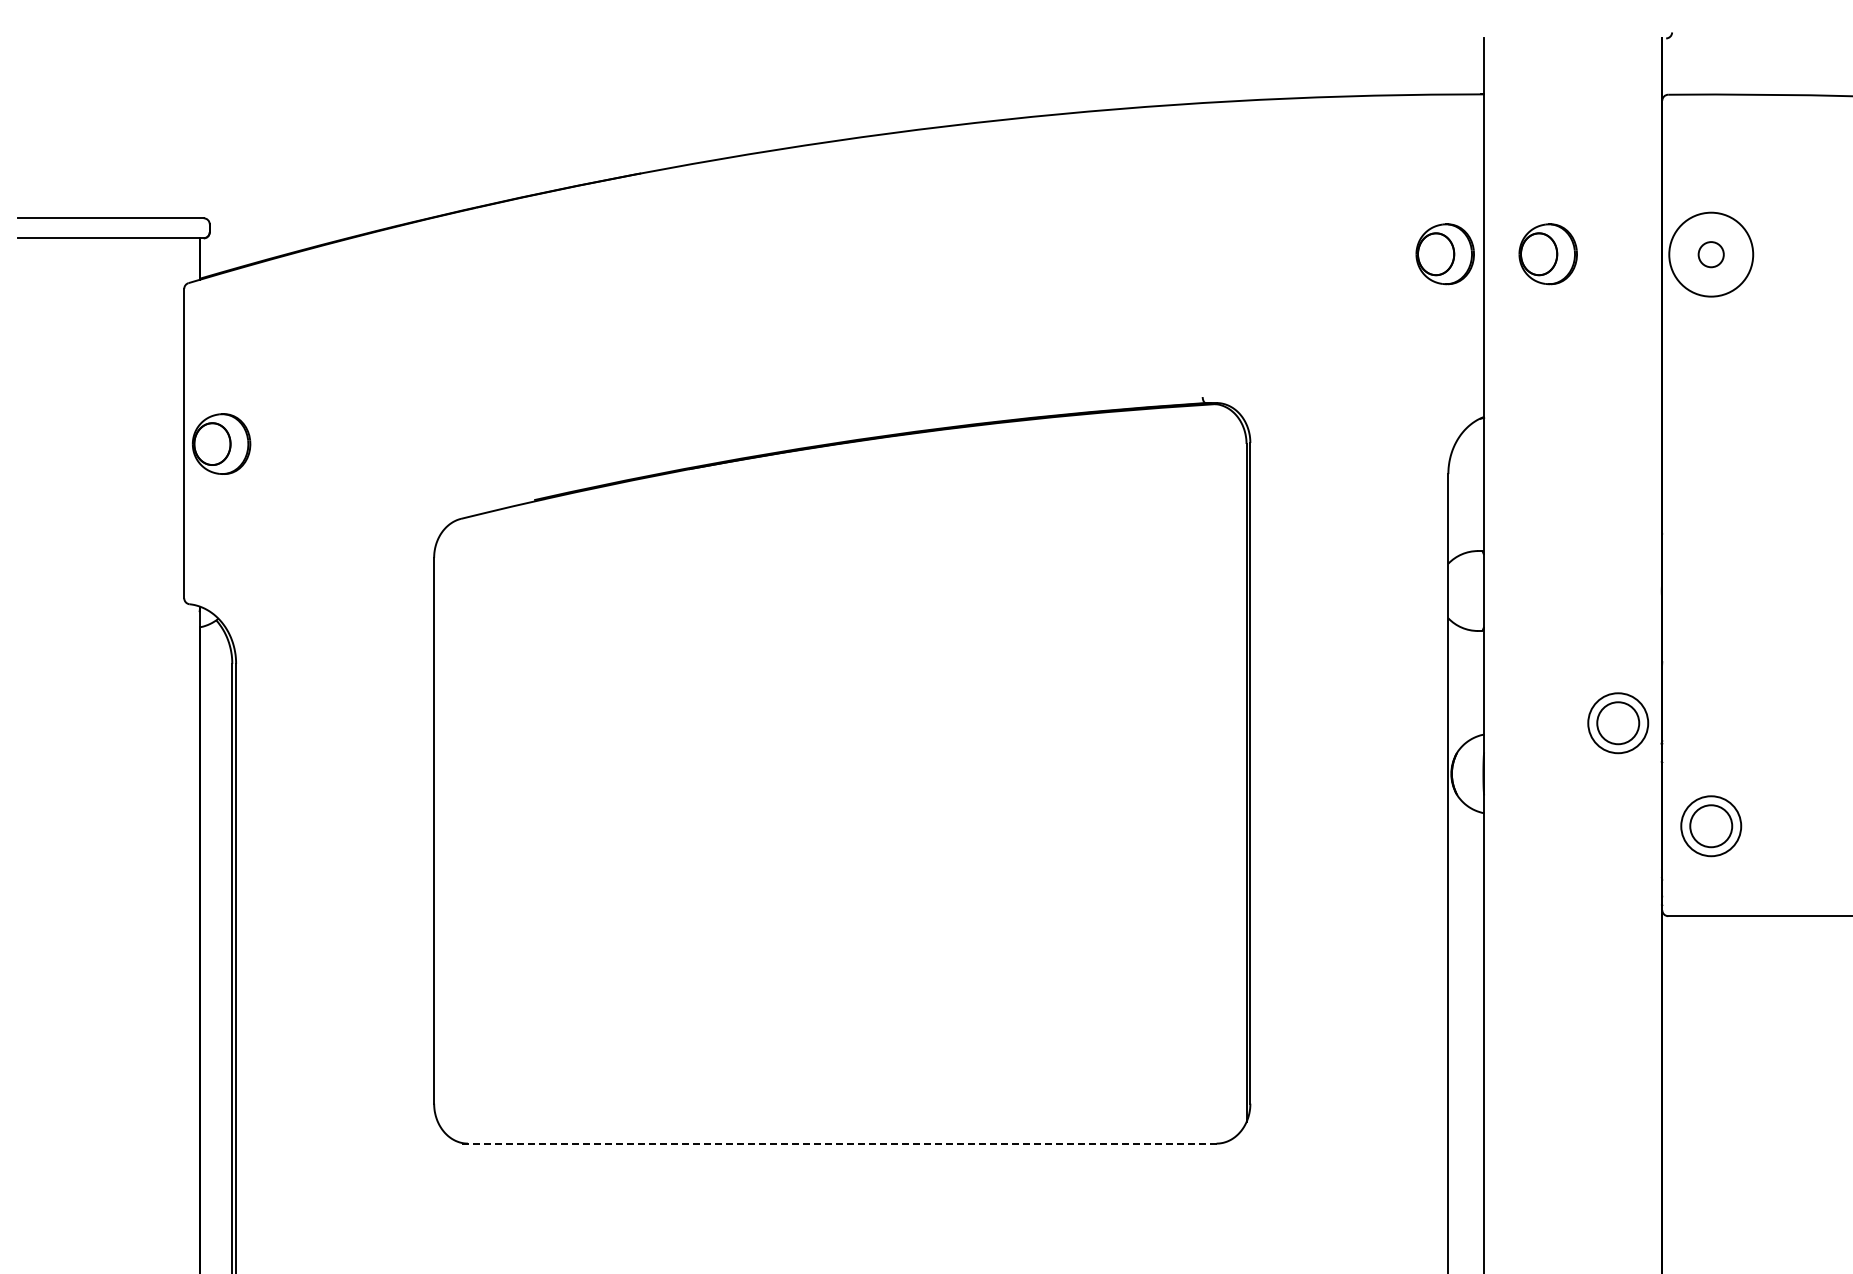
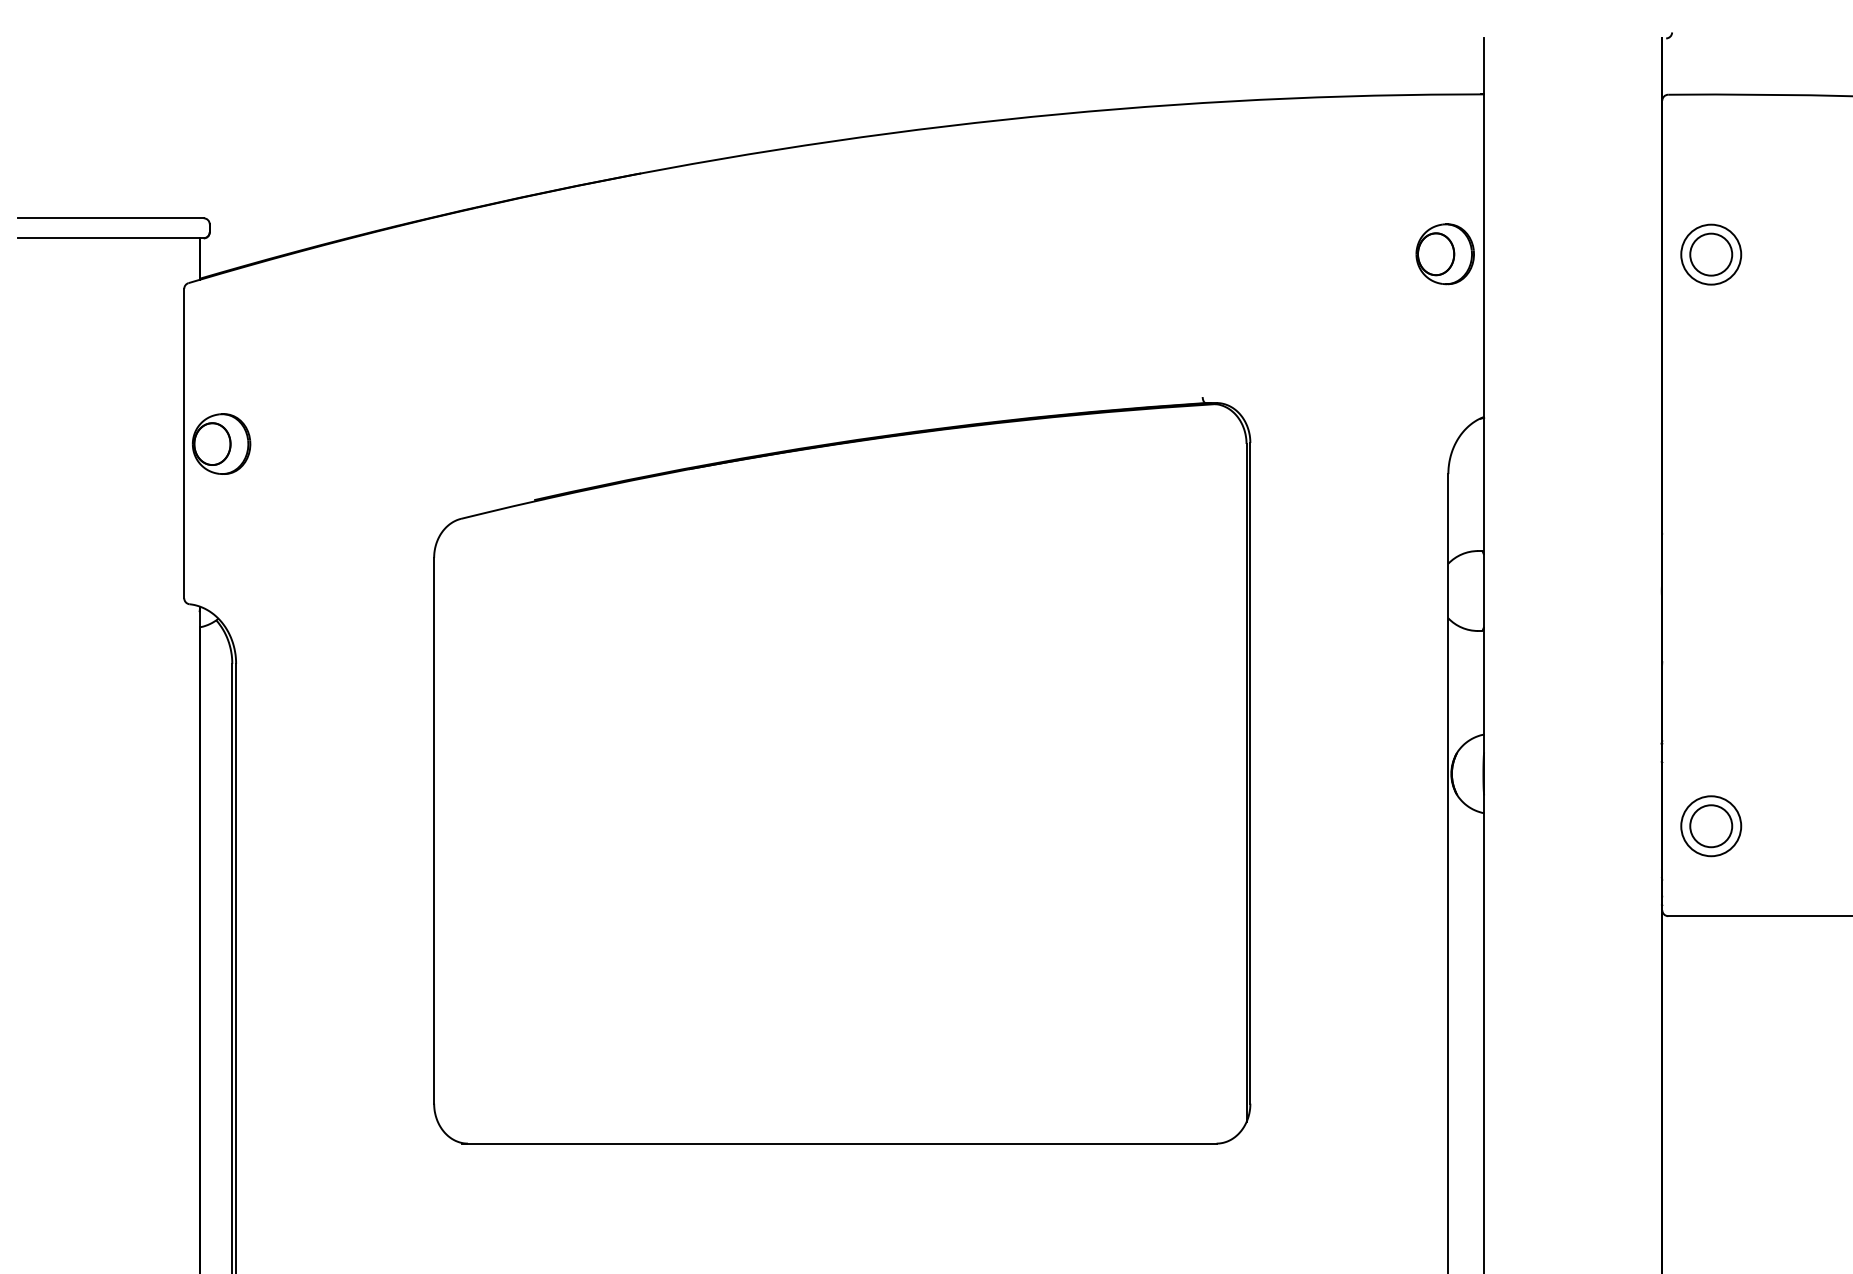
part at (1547, 254): present -> none
circle at (1710, 254) diameter: 25 px -> 42 px
circle at (1711, 254) diameter: 84 px -> 60 px
part at (1618, 723): present -> none
line at (839, 1143): dashed -> solid
